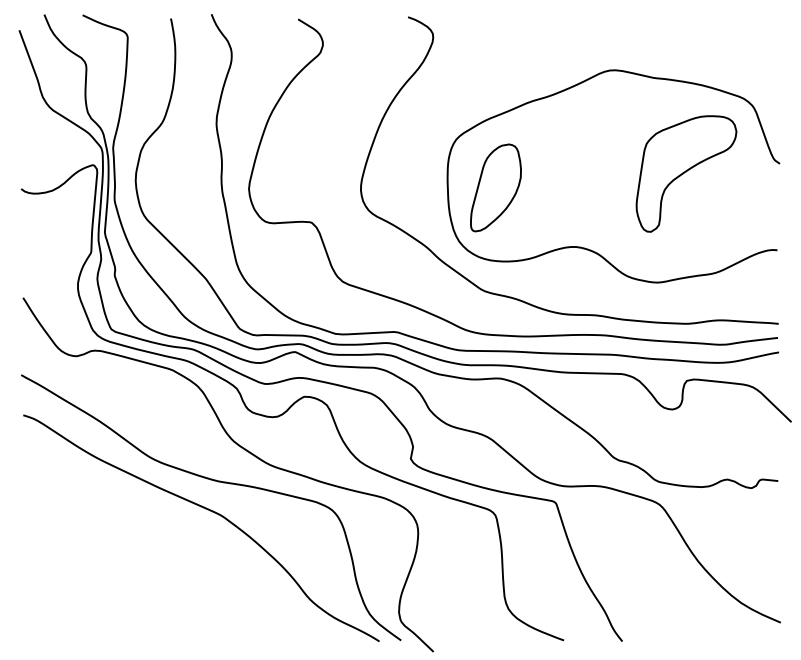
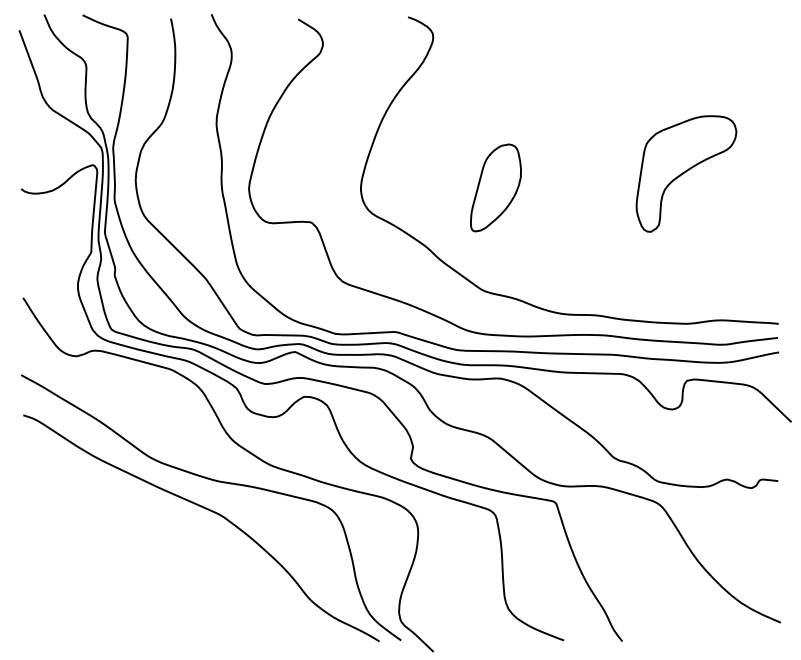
curve at (588, 248): present -> none
